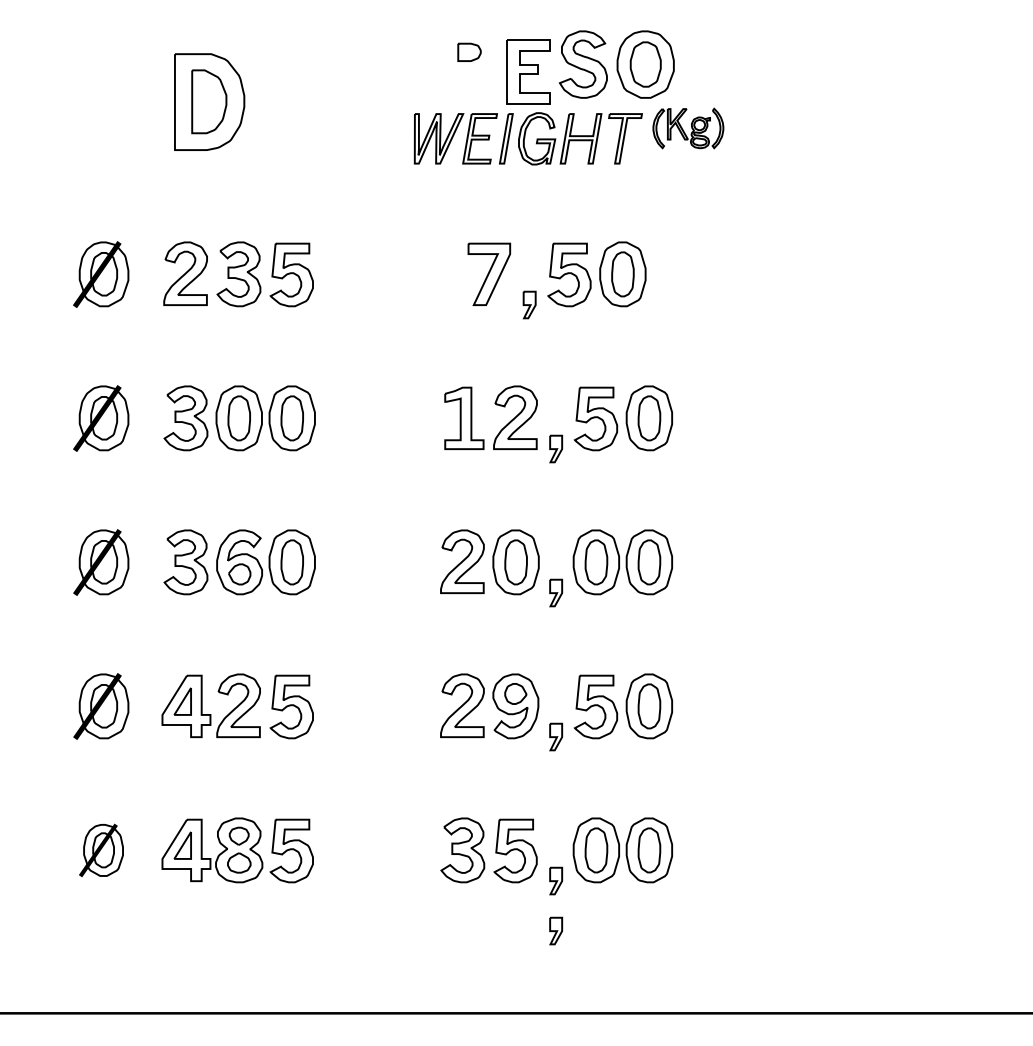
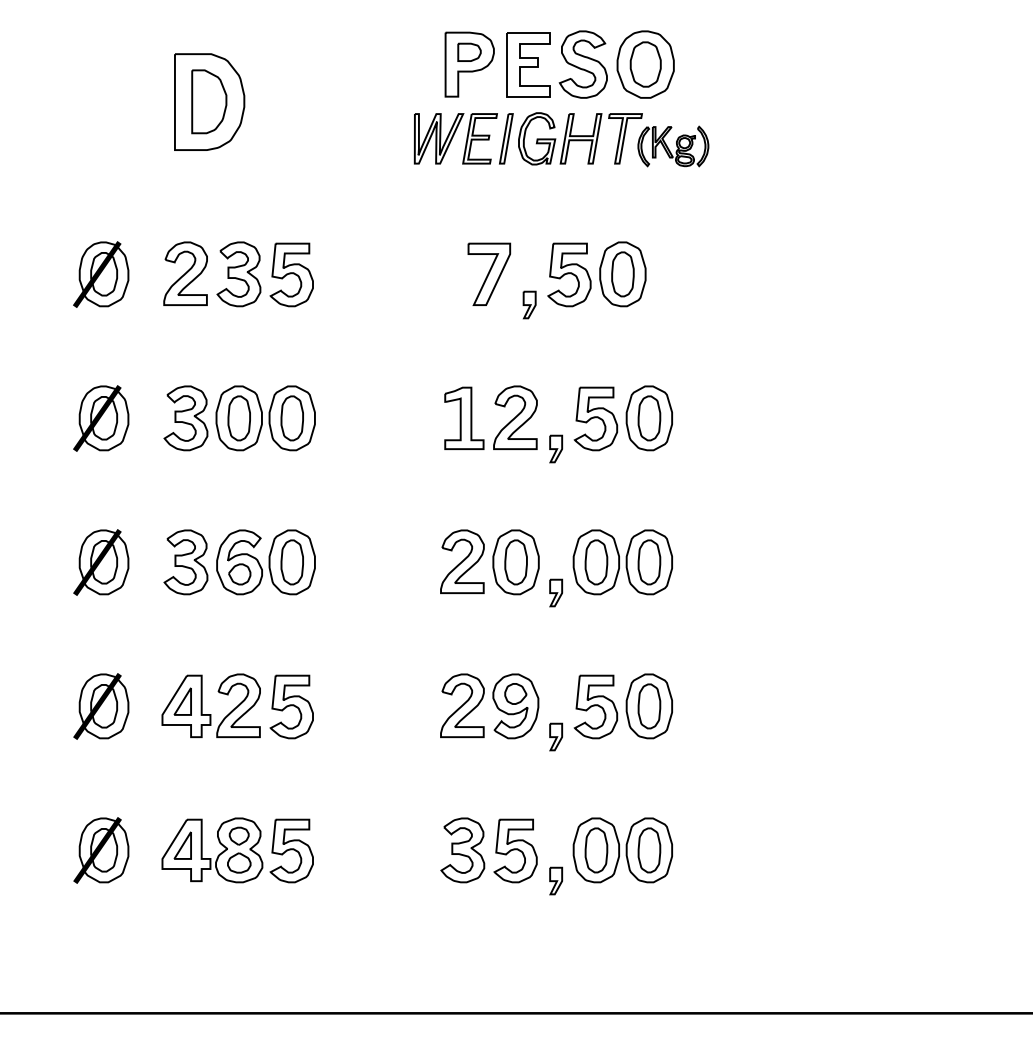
part at (469, 64): none -> present
part at (528, 71) position: (528, 71) -> (528, 64)
part at (688, 128) position: (688, 128) -> (673, 146)
part at (101, 850) size: 45x55 px -> 57x67 px
part at (556, 930): present -> none
